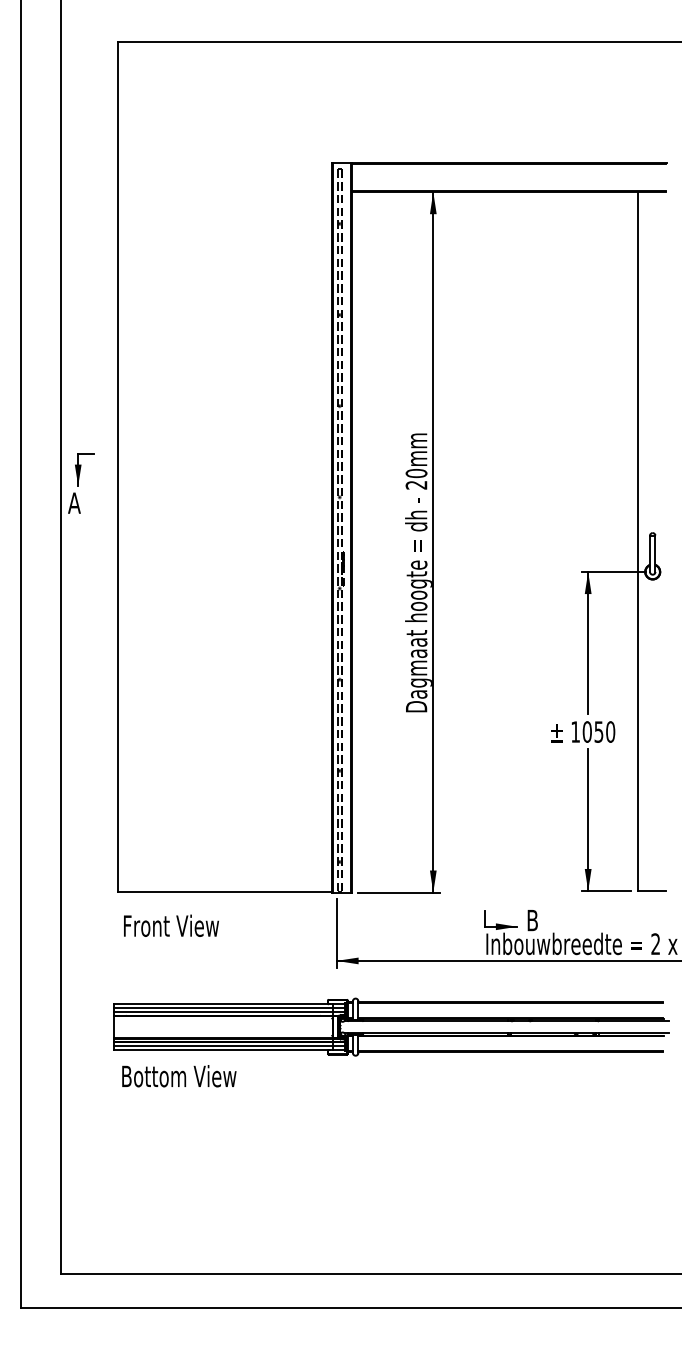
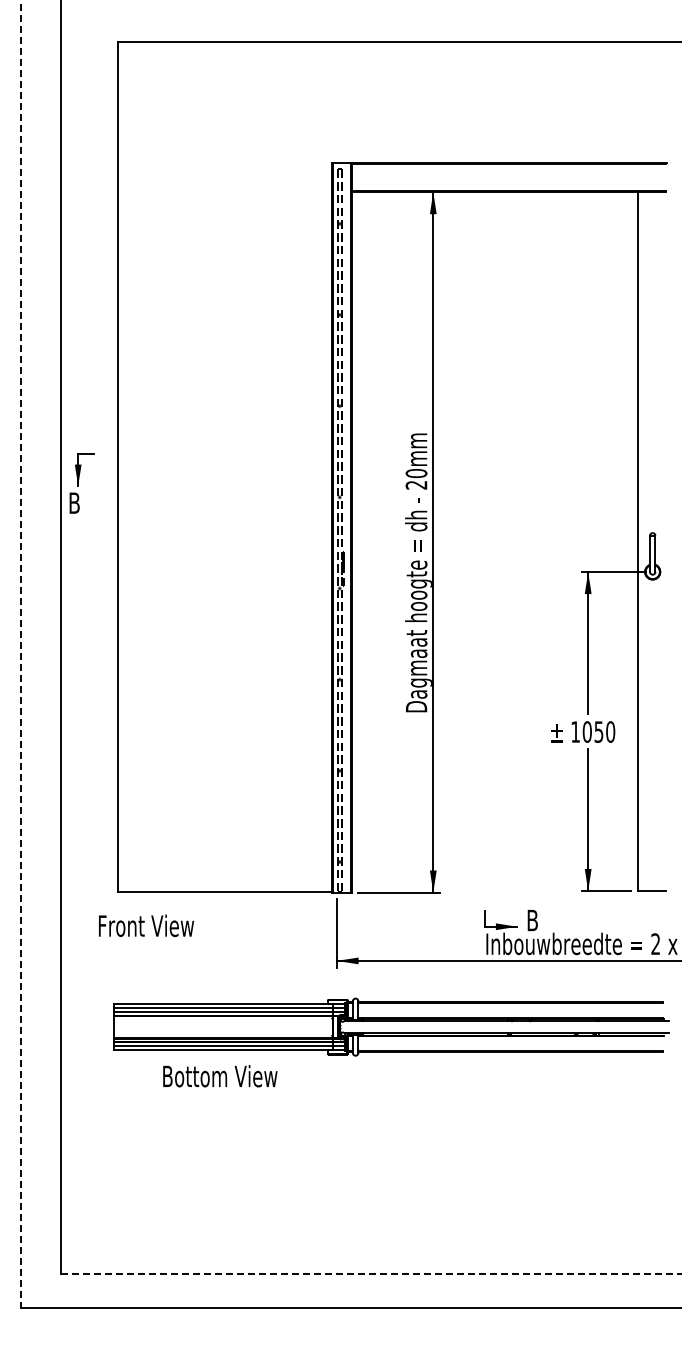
text at (74, 502): A -> B
line at (20, 654): solid -> dashed
text at (171, 925) position: (171, 925) -> (146, 925)
text at (179, 1076) position: (179, 1076) -> (220, 1076)
line at (371, 1274): solid -> dashed
